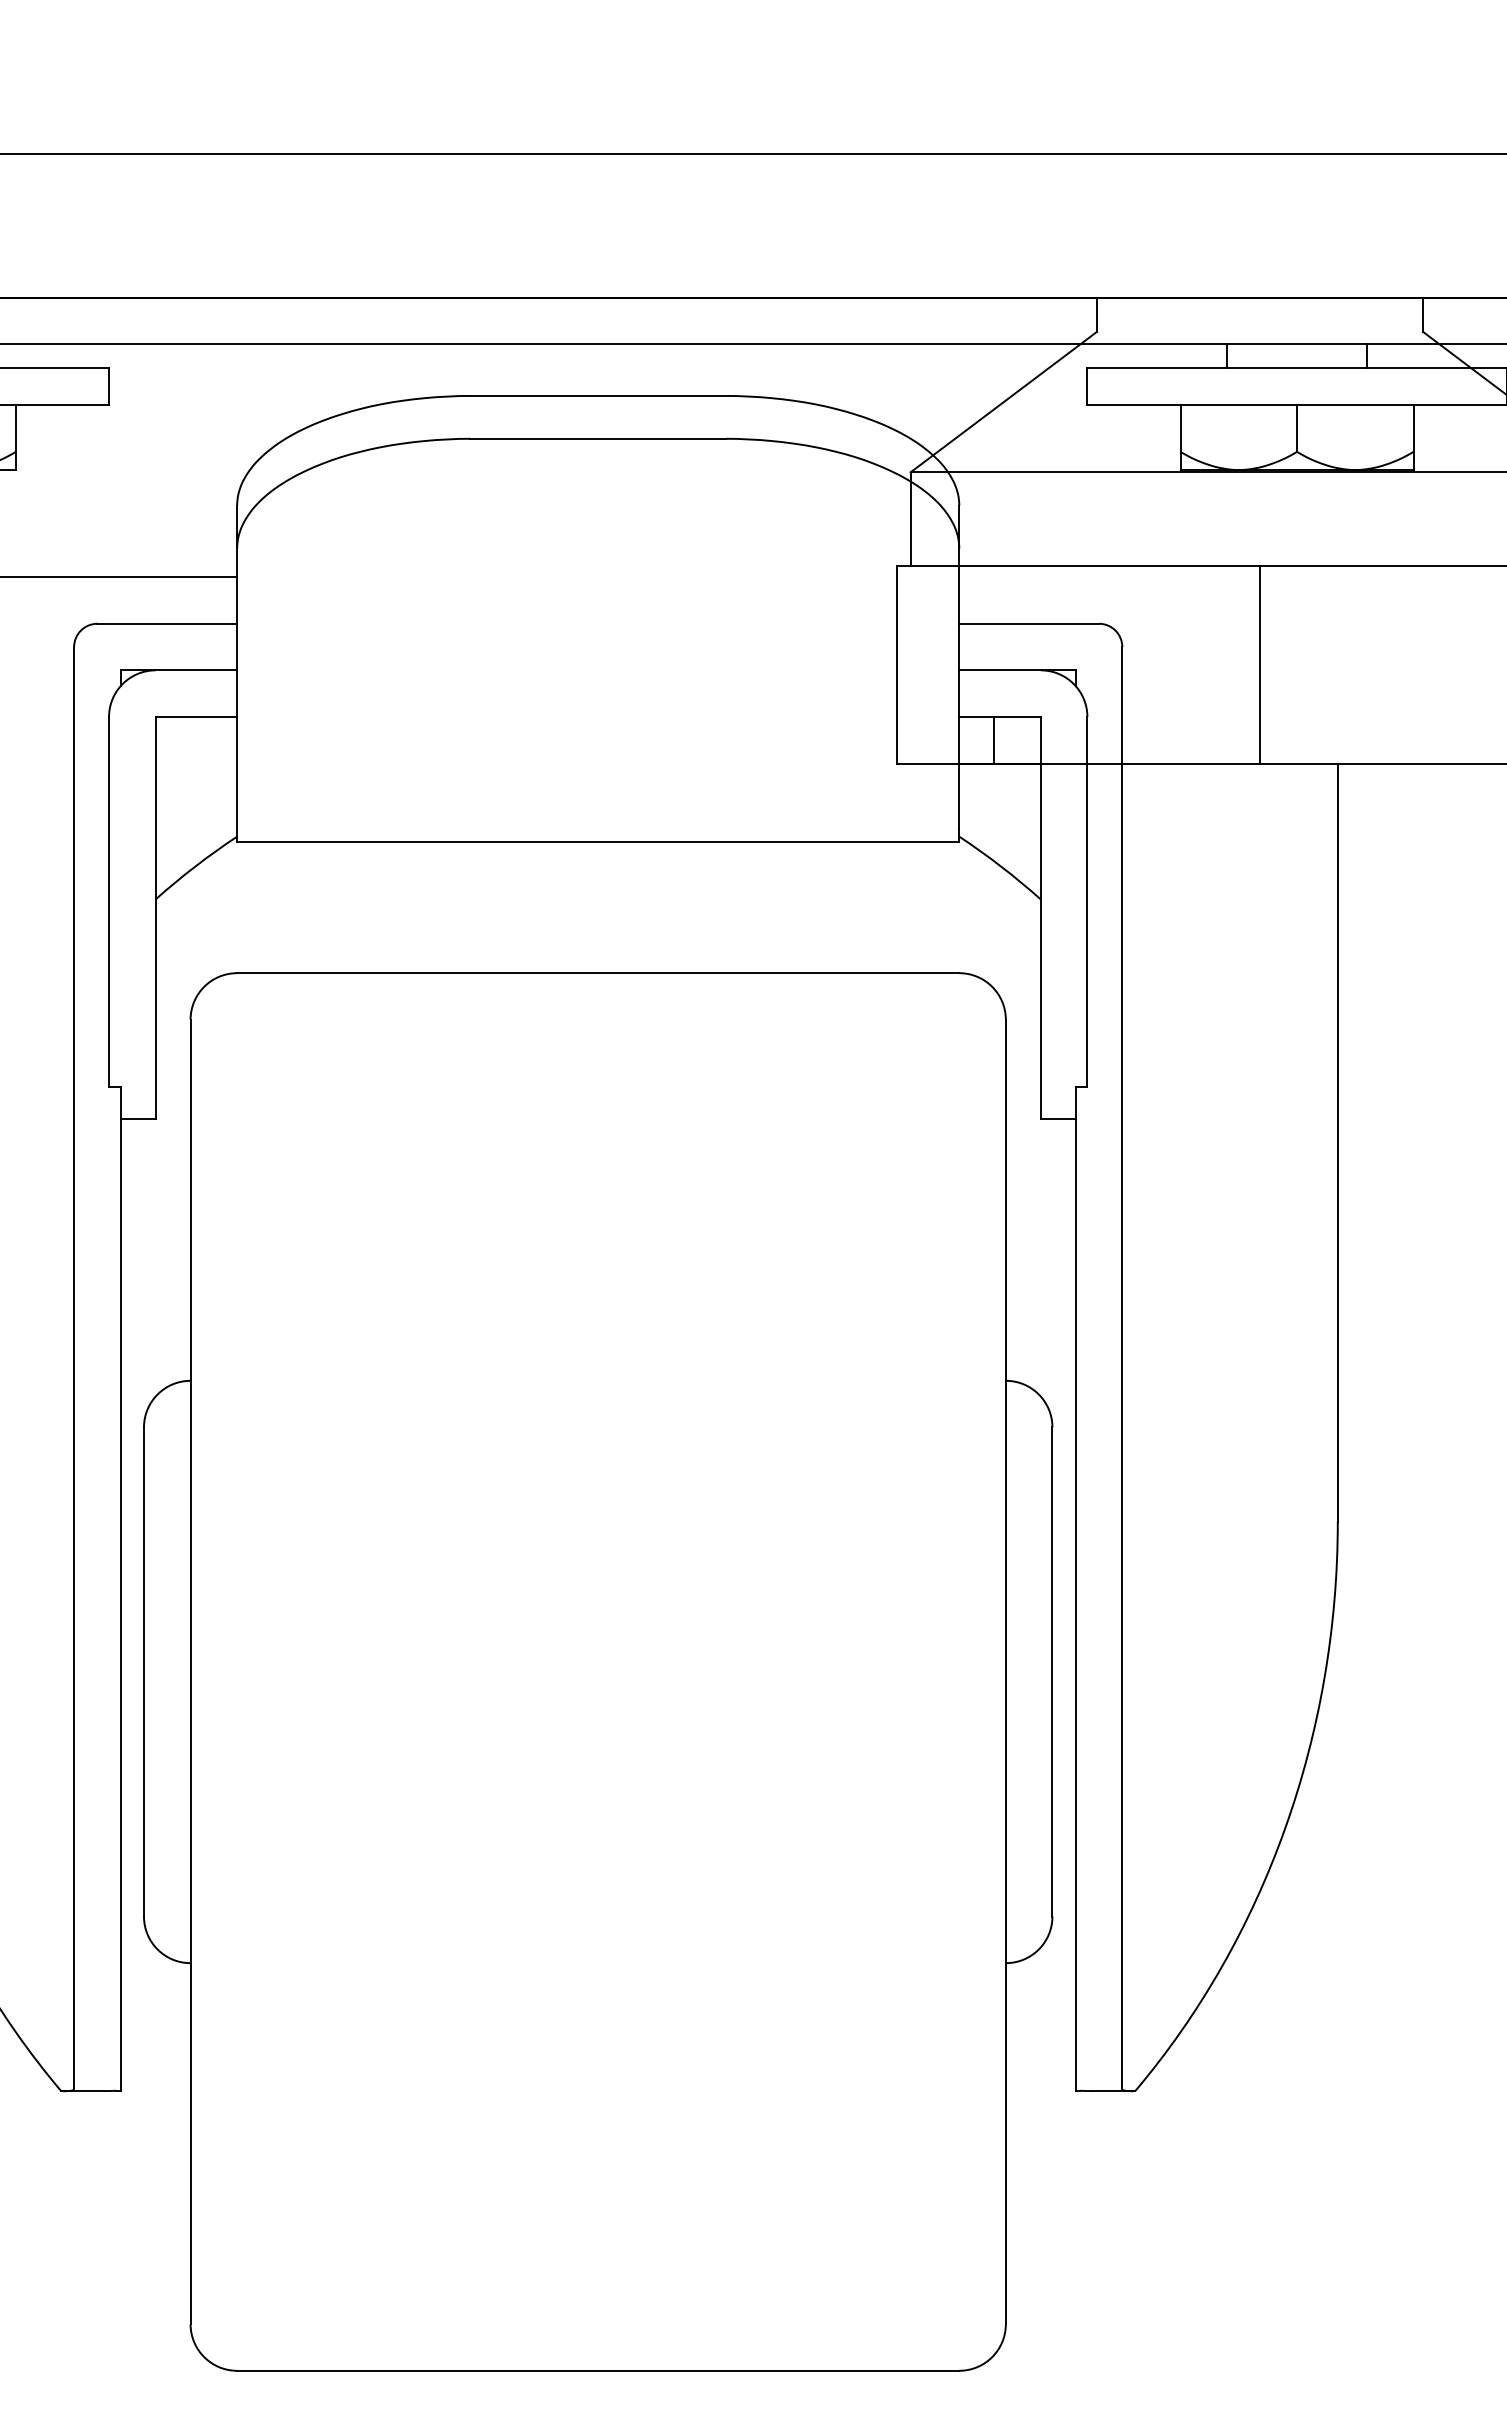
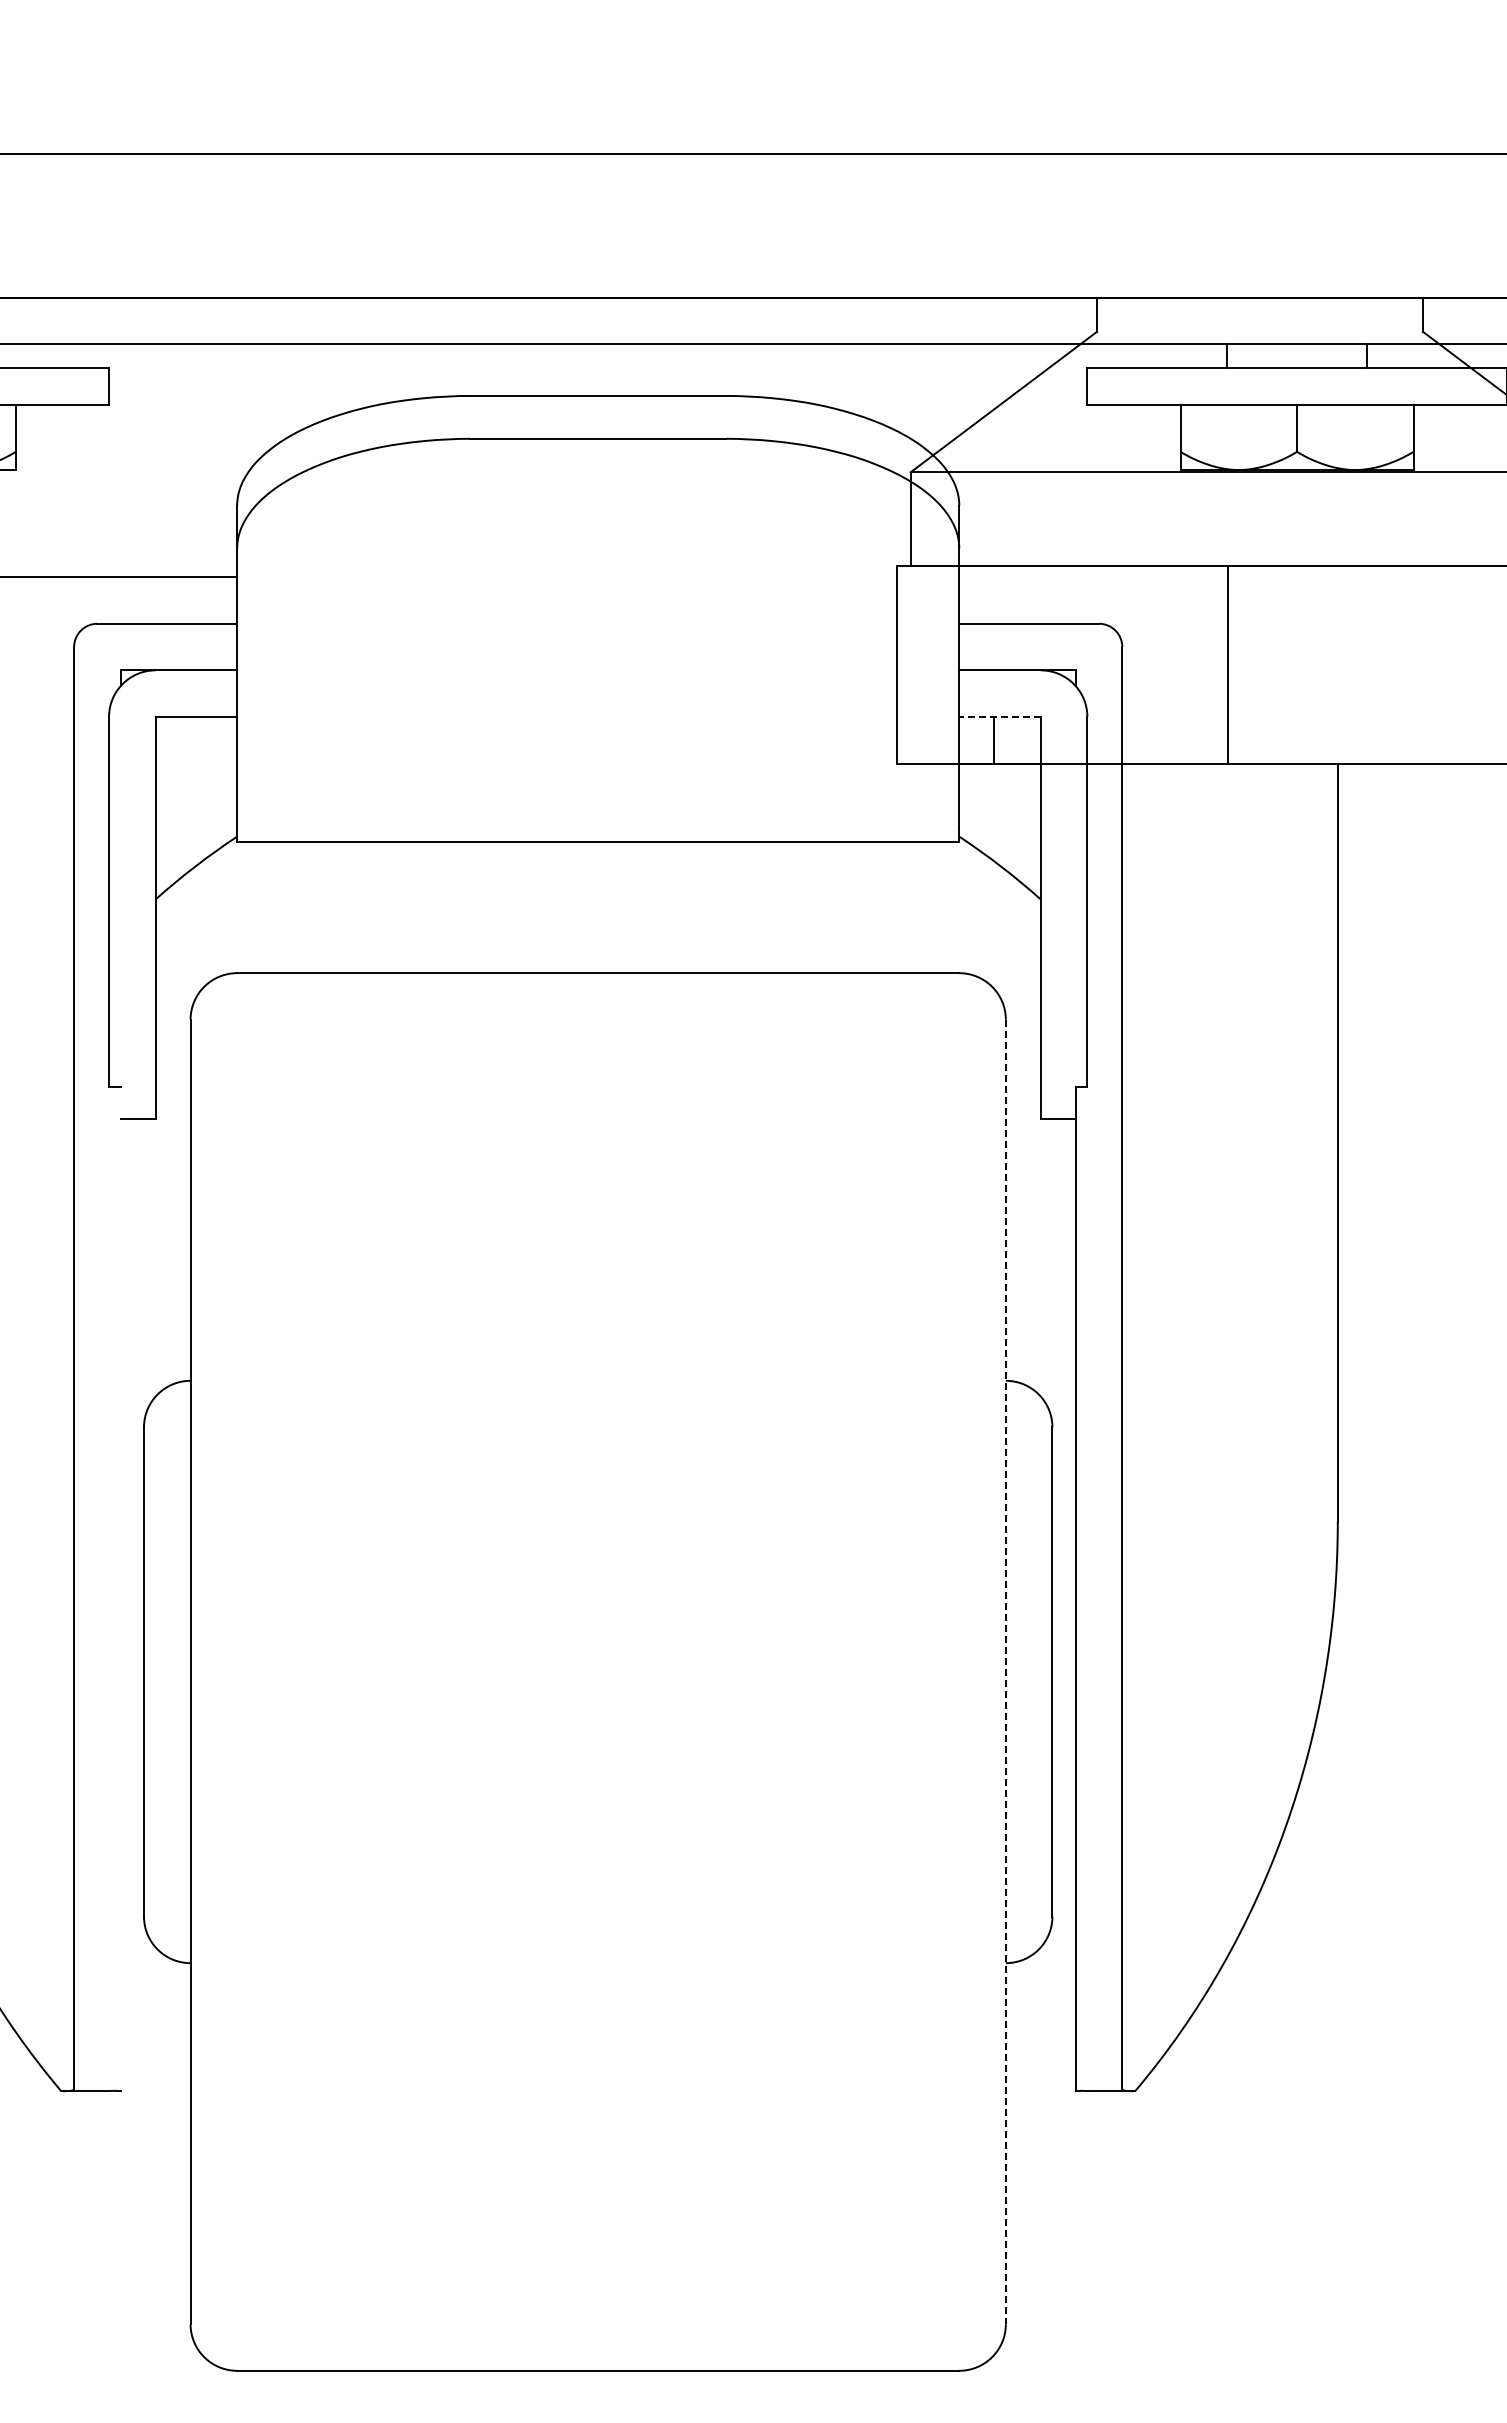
line at (1260, 664) position: (1260, 664) -> (1228, 664)
line at (1000, 716): solid -> dashed
line at (120, 1588): present -> none
line at (1005, 1672): solid -> dashed
